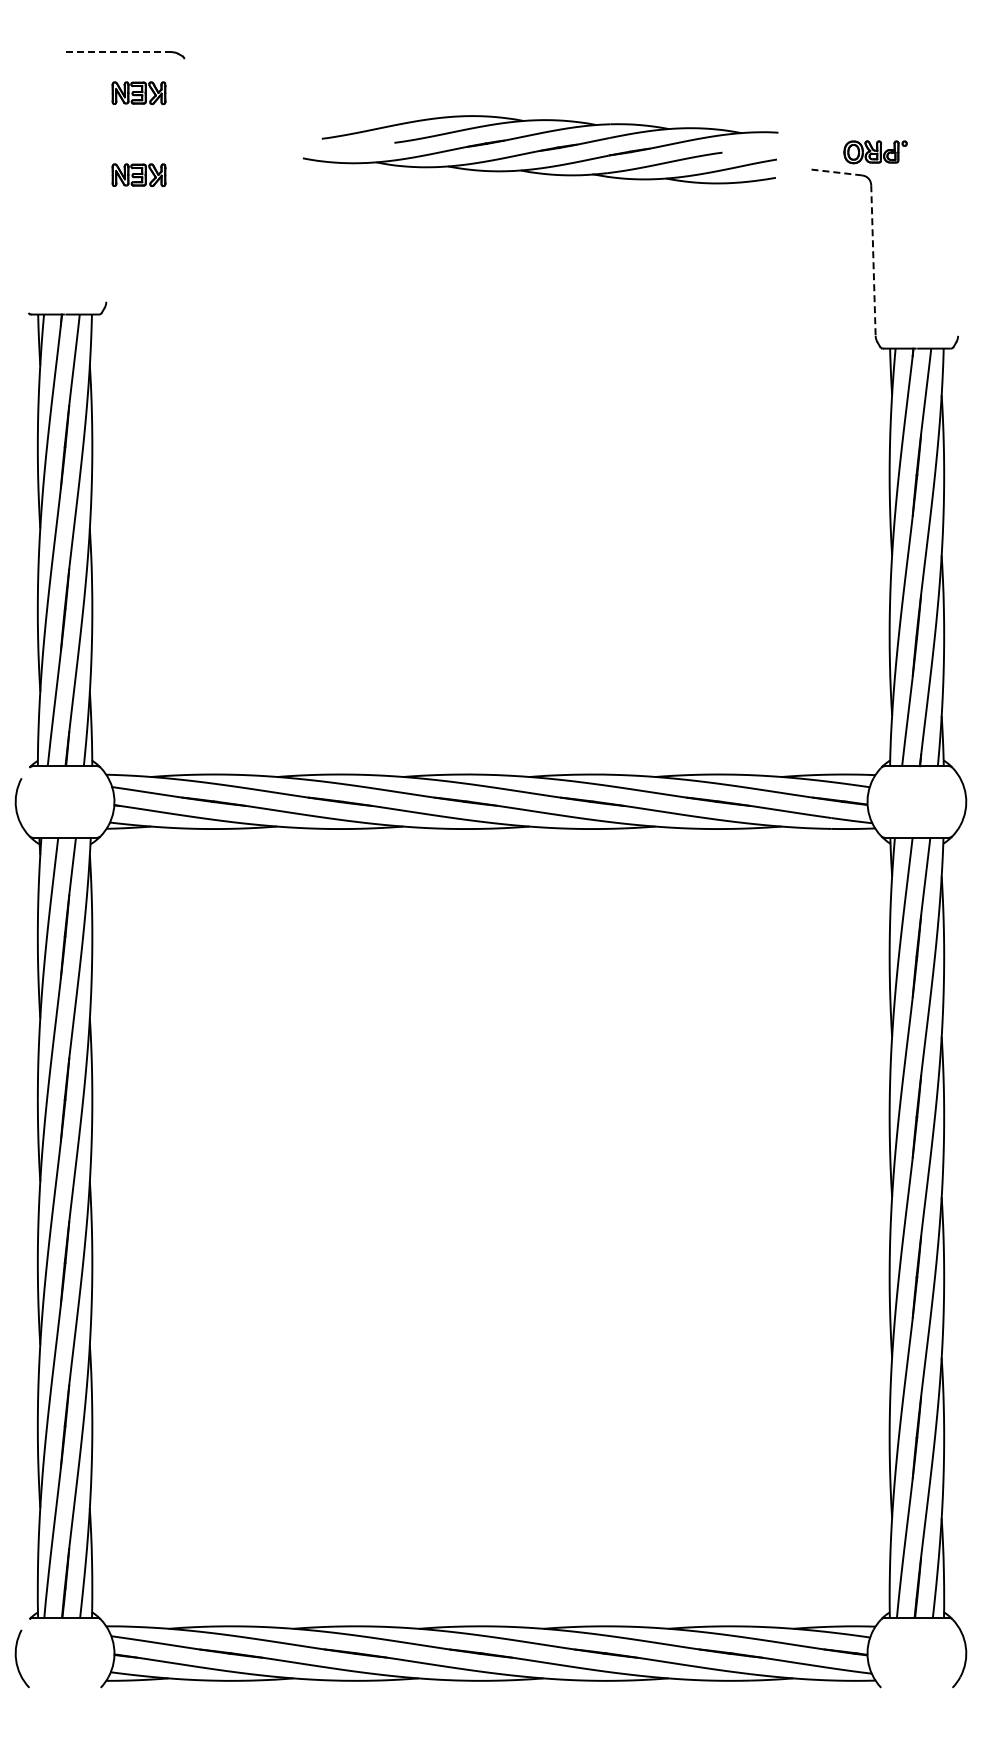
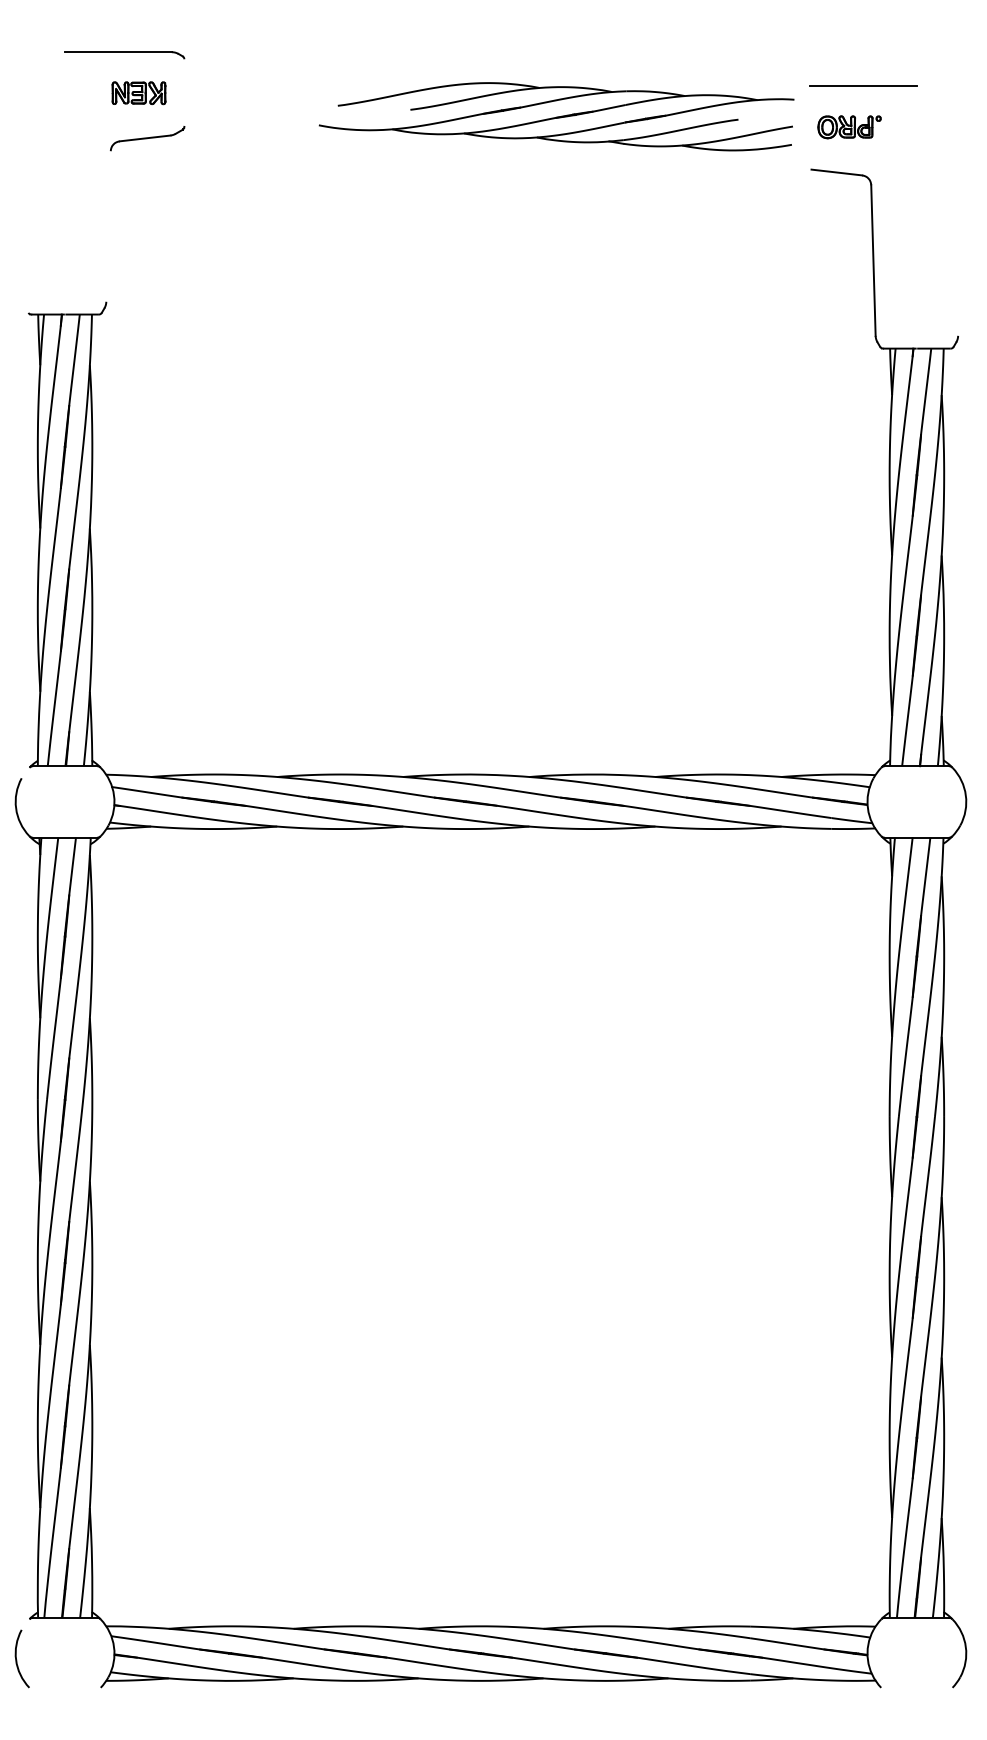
line at (117, 52): dashed -> solid
line at (863, 85): none -> present
part at (147, 138): none -> present
part at (540, 149) position: (540, 149) -> (556, 116)
part at (875, 152) position: (875, 152) -> (849, 127)
line at (836, 172): dashed -> solid
part at (138, 175): present -> none
line at (873, 261): dashed -> solid
